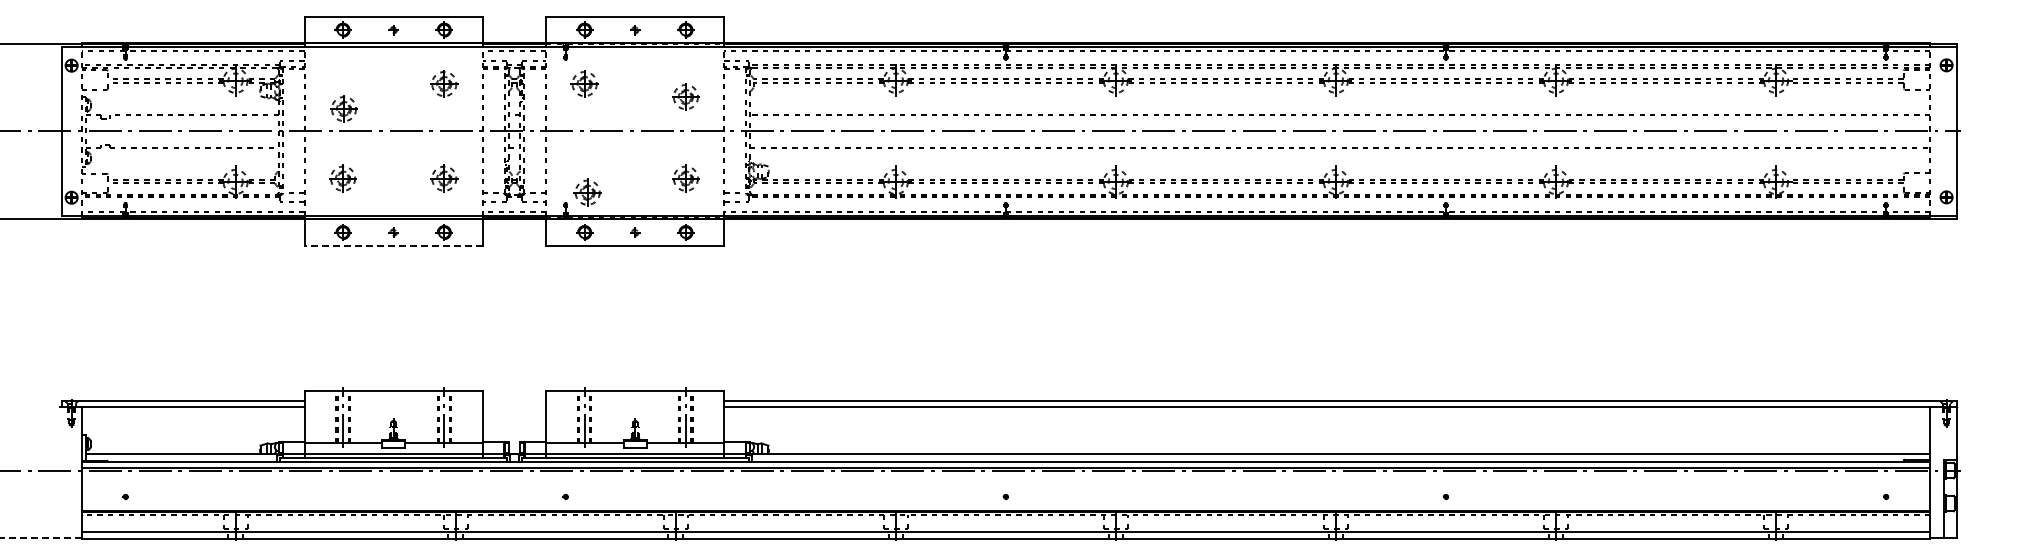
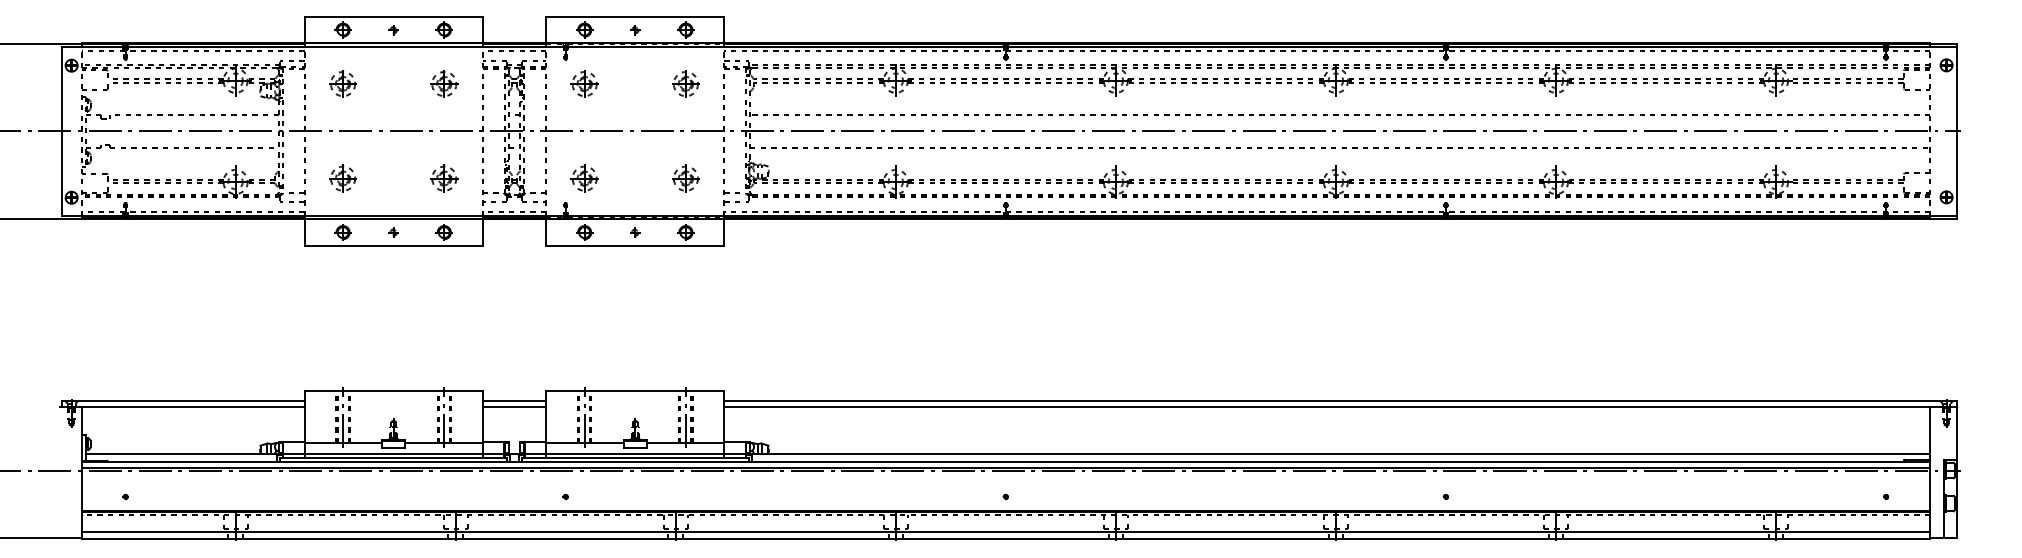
part at (685, 96) position: (685, 96) -> (685, 83)
part at (343, 108) position: (343, 108) -> (342, 83)
part at (587, 192) position: (587, 192) -> (584, 178)
line at (393, 245): dashed -> solid
line at (514, 401): none -> present
line at (514, 406): none -> present
line at (40, 537): dashed -> solid
